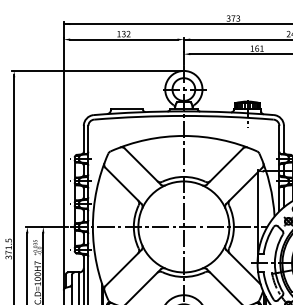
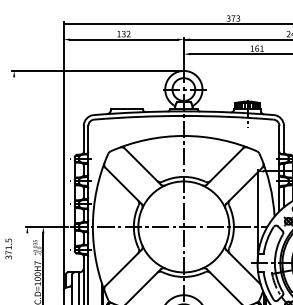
line at (14, 188): present -> none
line at (27, 267): present -> none
